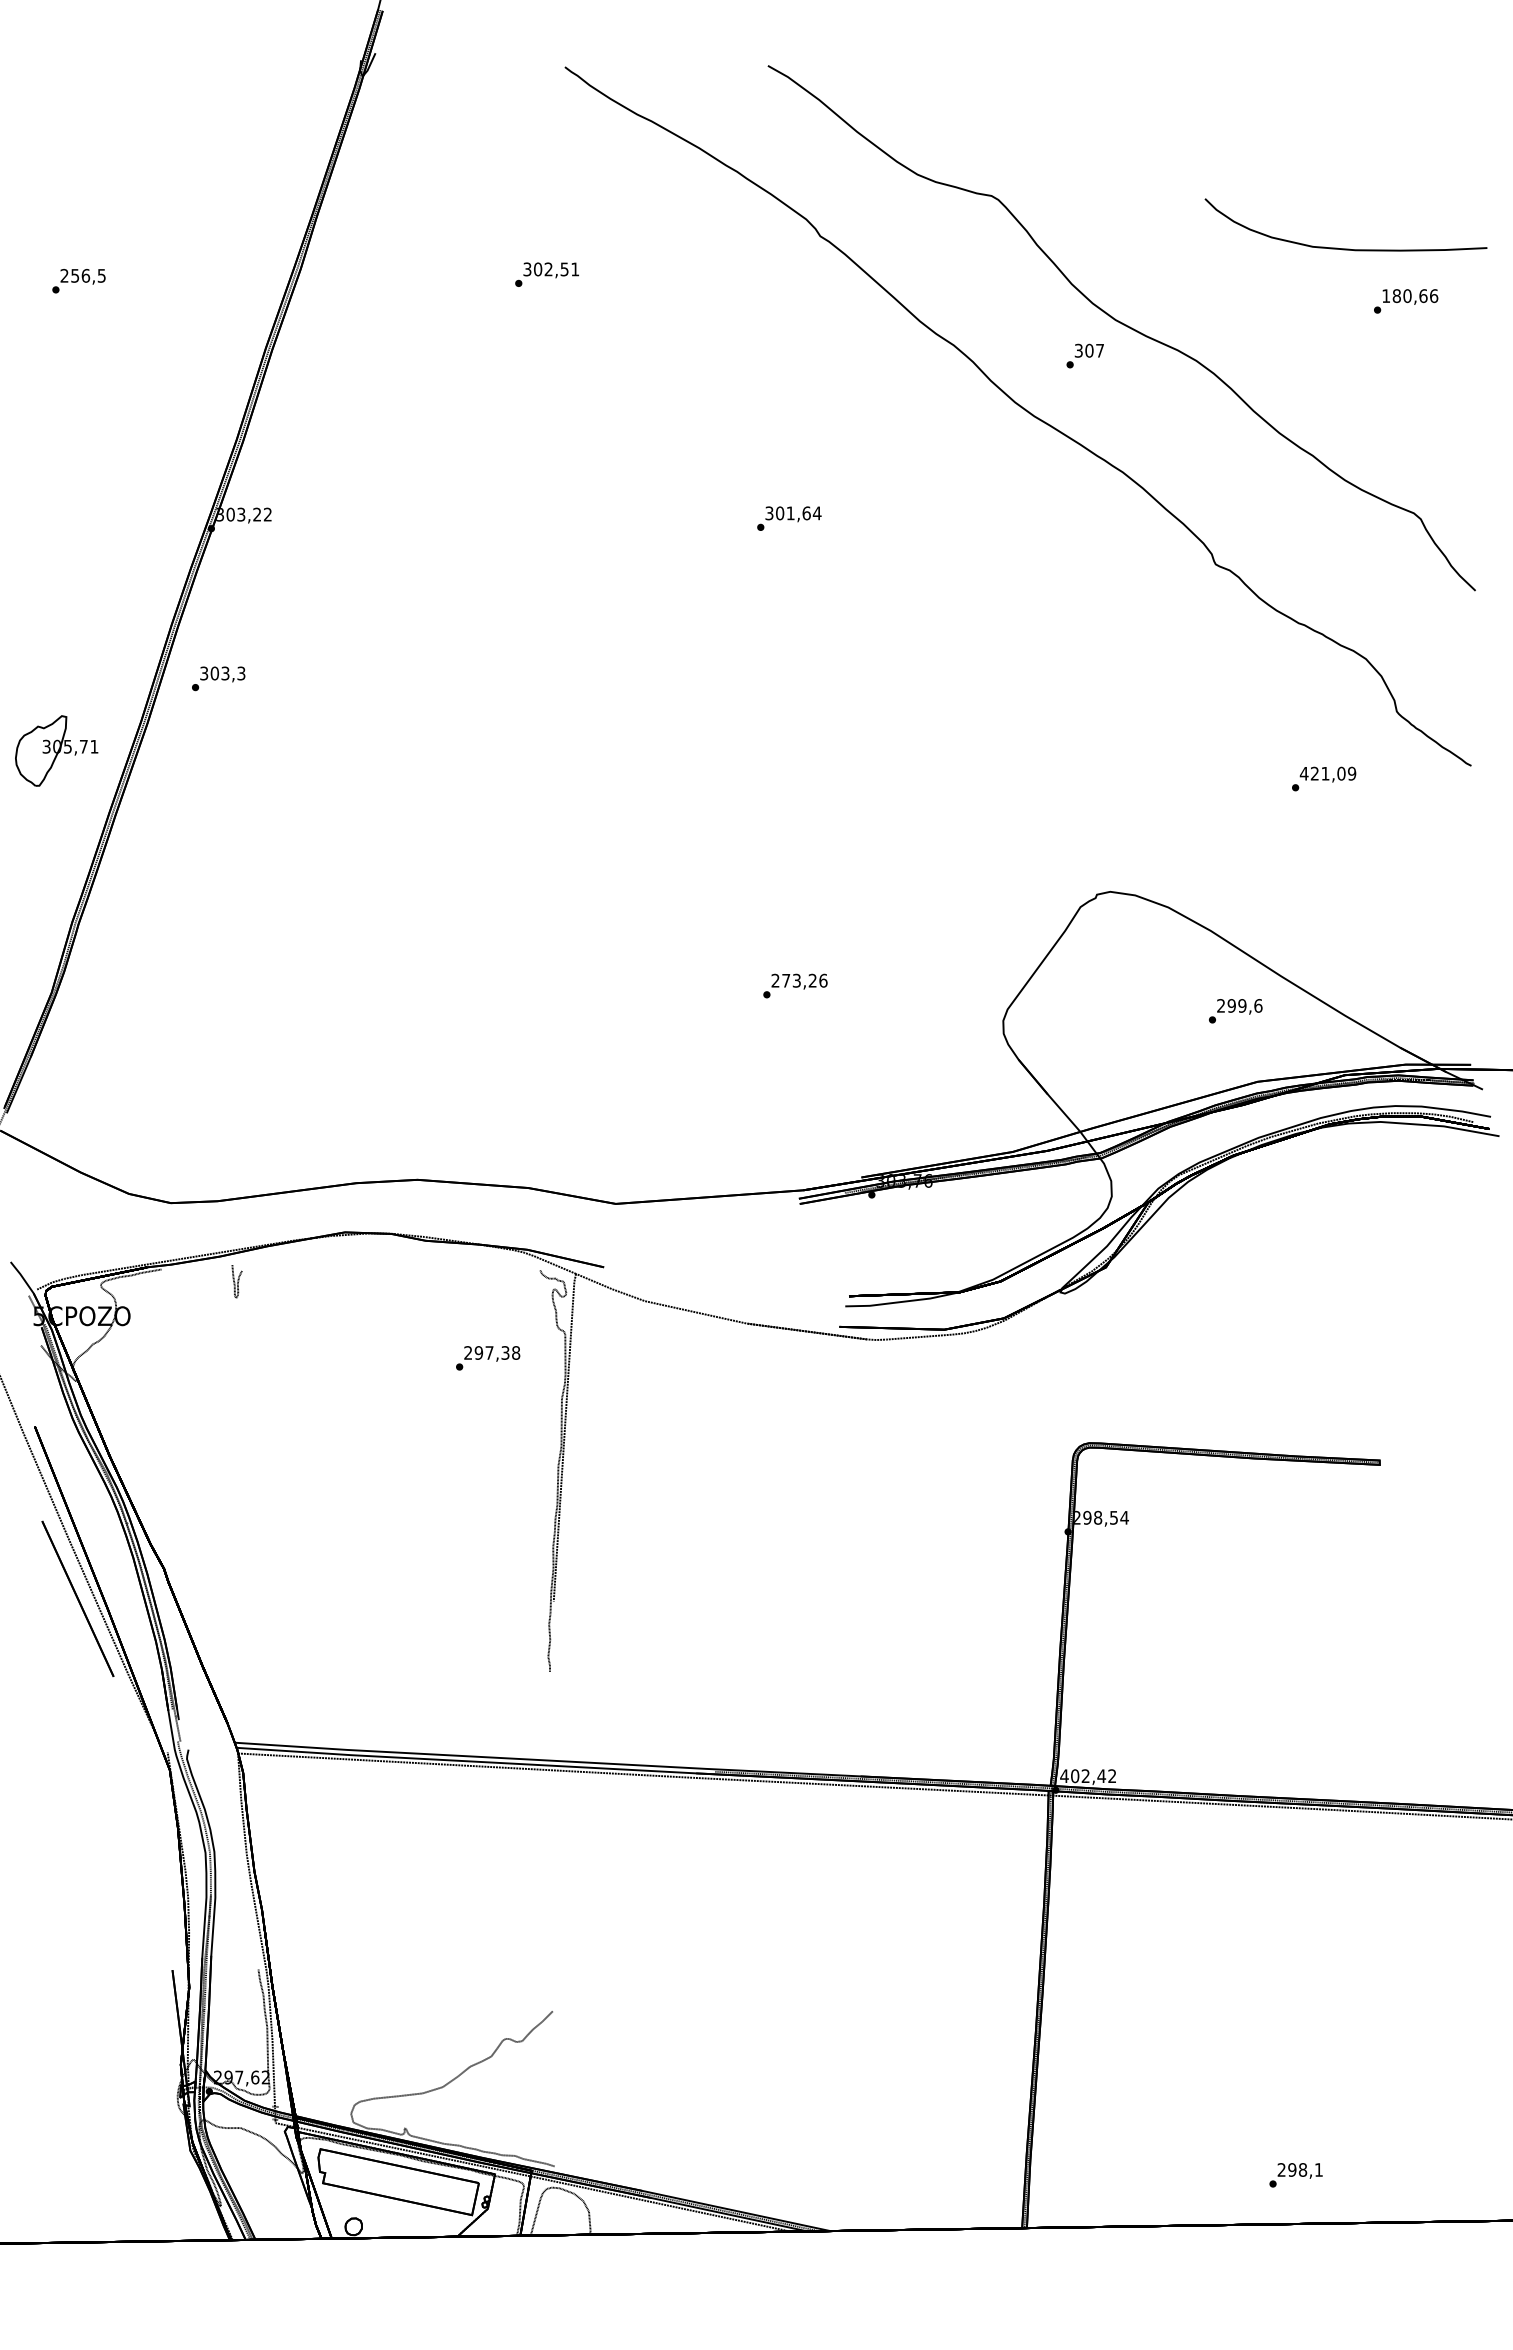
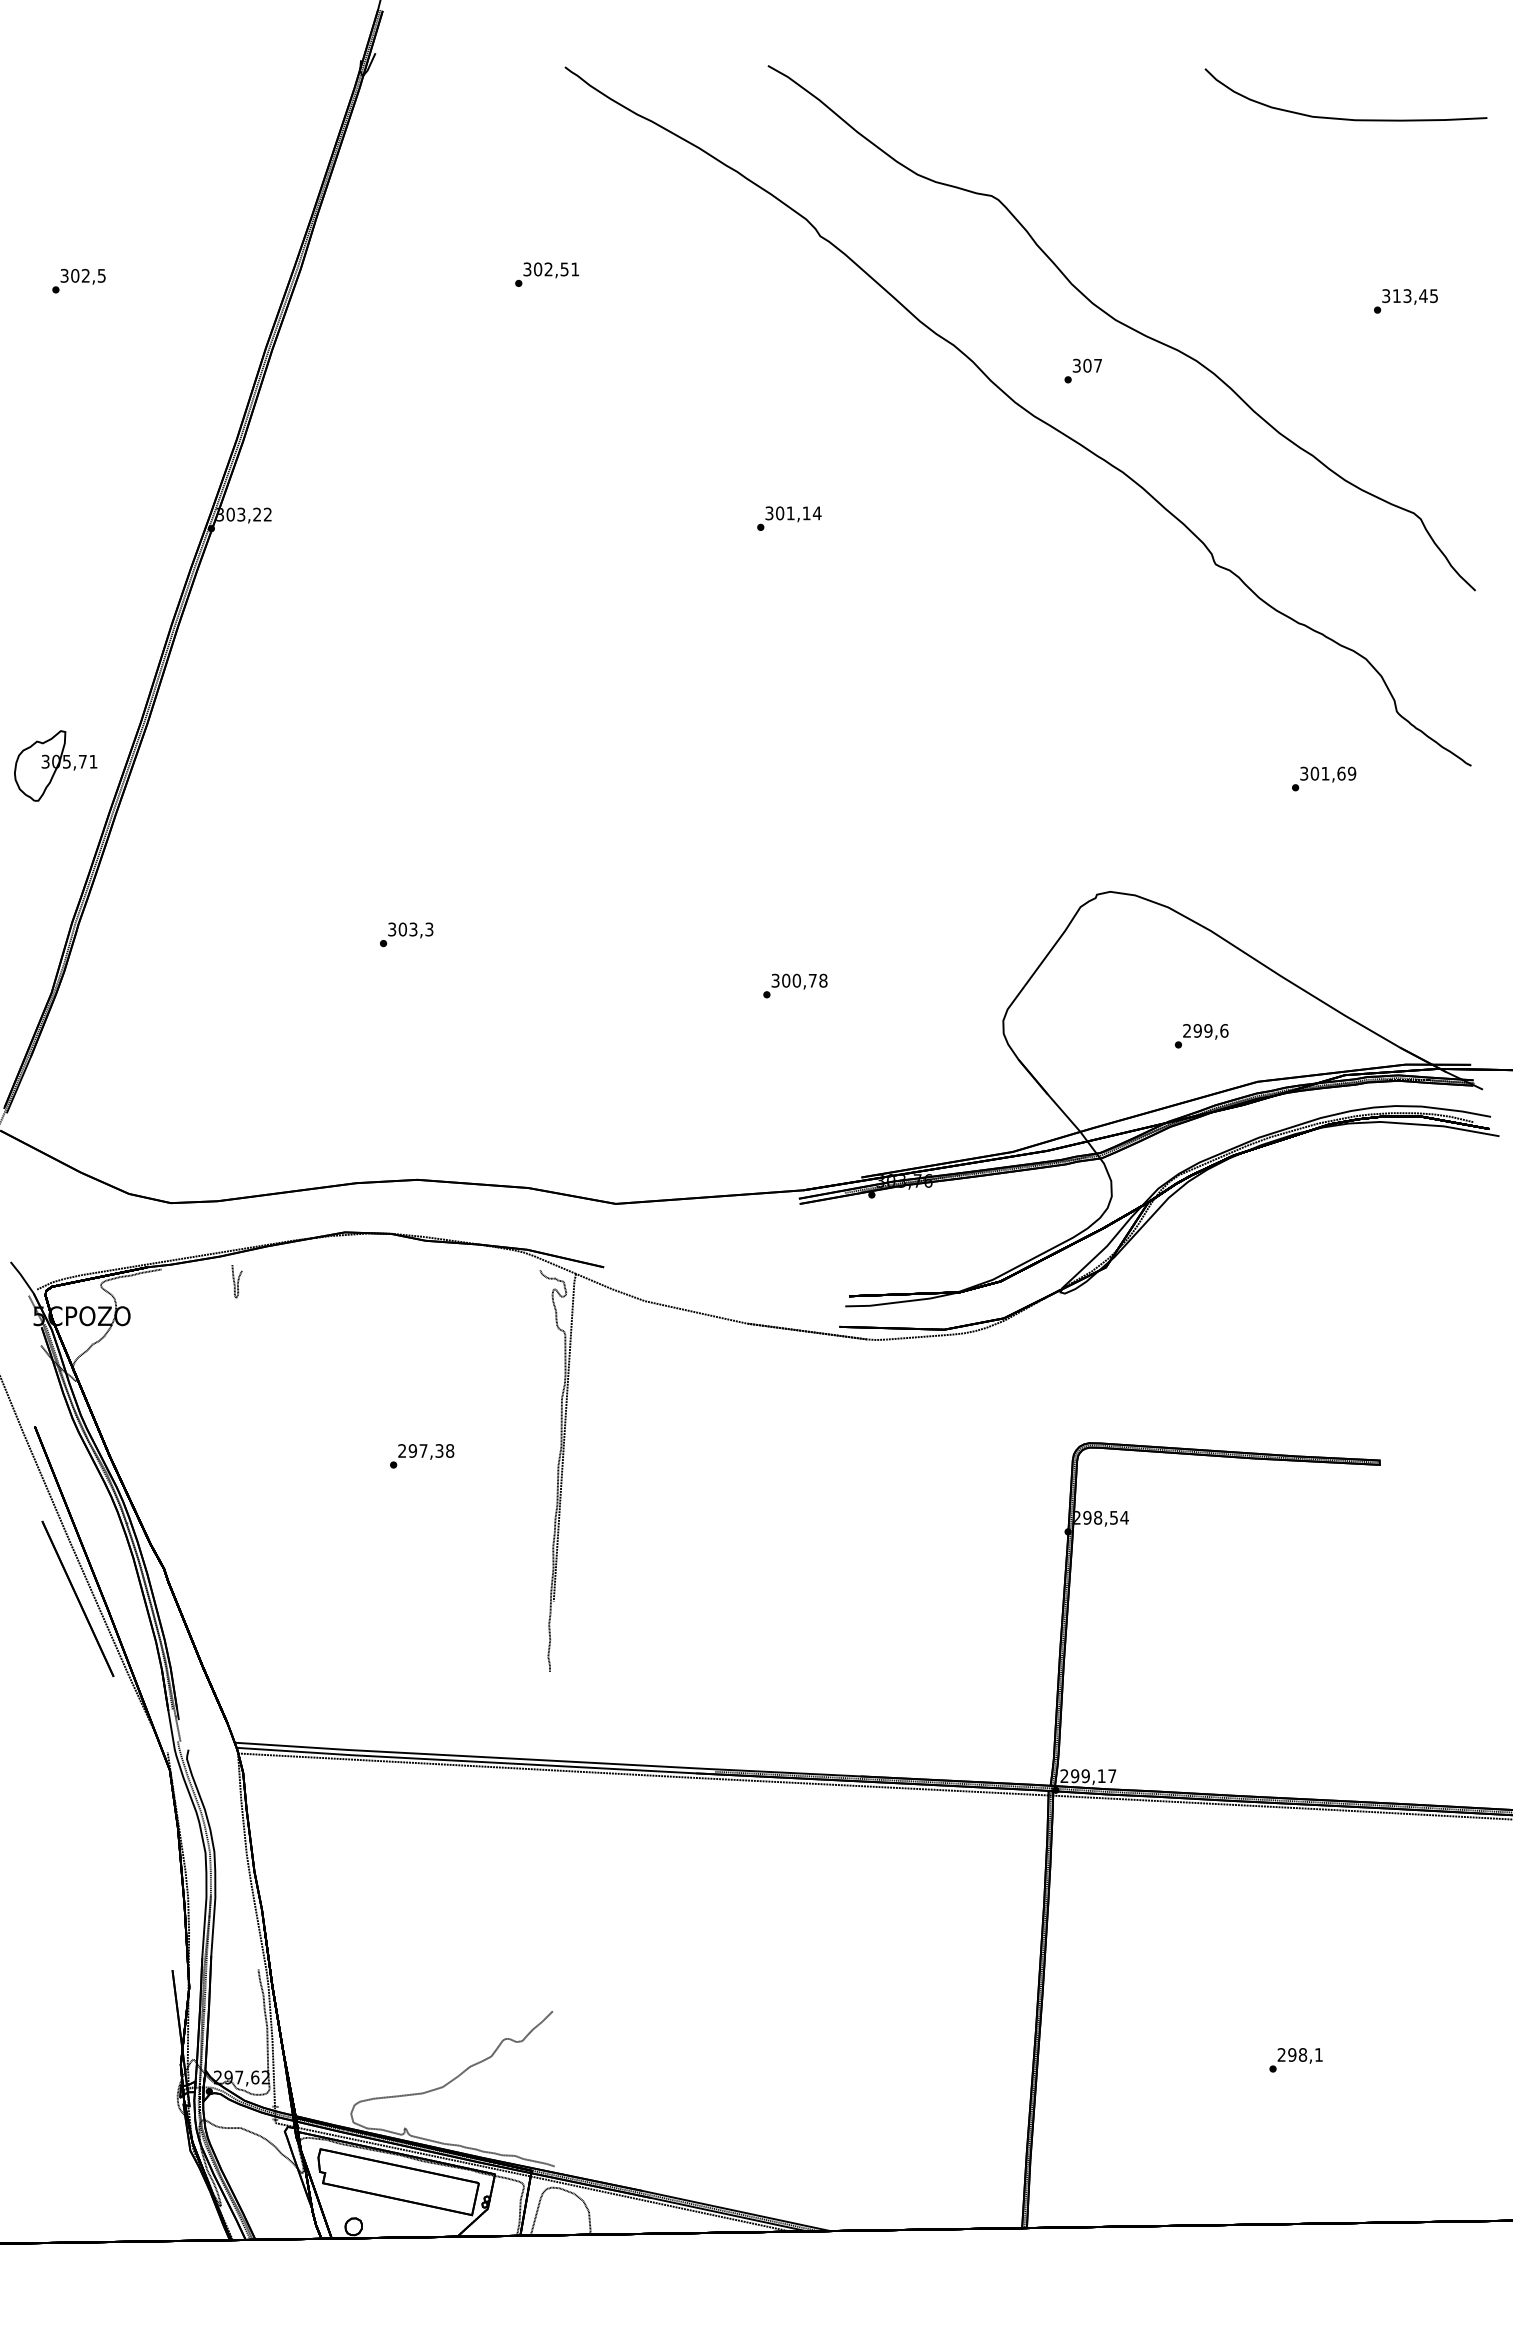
part at (1345, 248) position: (1345, 248) -> (1345, 118)
text at (75, 275): 256,5 -> 302,5
text at (1410, 296): 180,66 -> 313,45
text at (1084, 355) position: (1084, 355) -> (1082, 370)
text at (806, 513): 301,64 -> 301,14
text at (218, 678) position: (218, 678) -> (406, 934)
part at (56, 750) position: (56, 750) -> (55, 765)
text at (1322, 773): 421,09 -> 301,69
text at (799, 980): 273,26 -> 300,78
text at (1235, 1011) position: (1235, 1011) -> (1201, 1036)
text at (488, 1358) position: (488, 1358) -> (422, 1456)
text at (1088, 1776): 402,42 -> 299,17
text at (1295, 2175) position: (1295, 2175) -> (1295, 2060)
